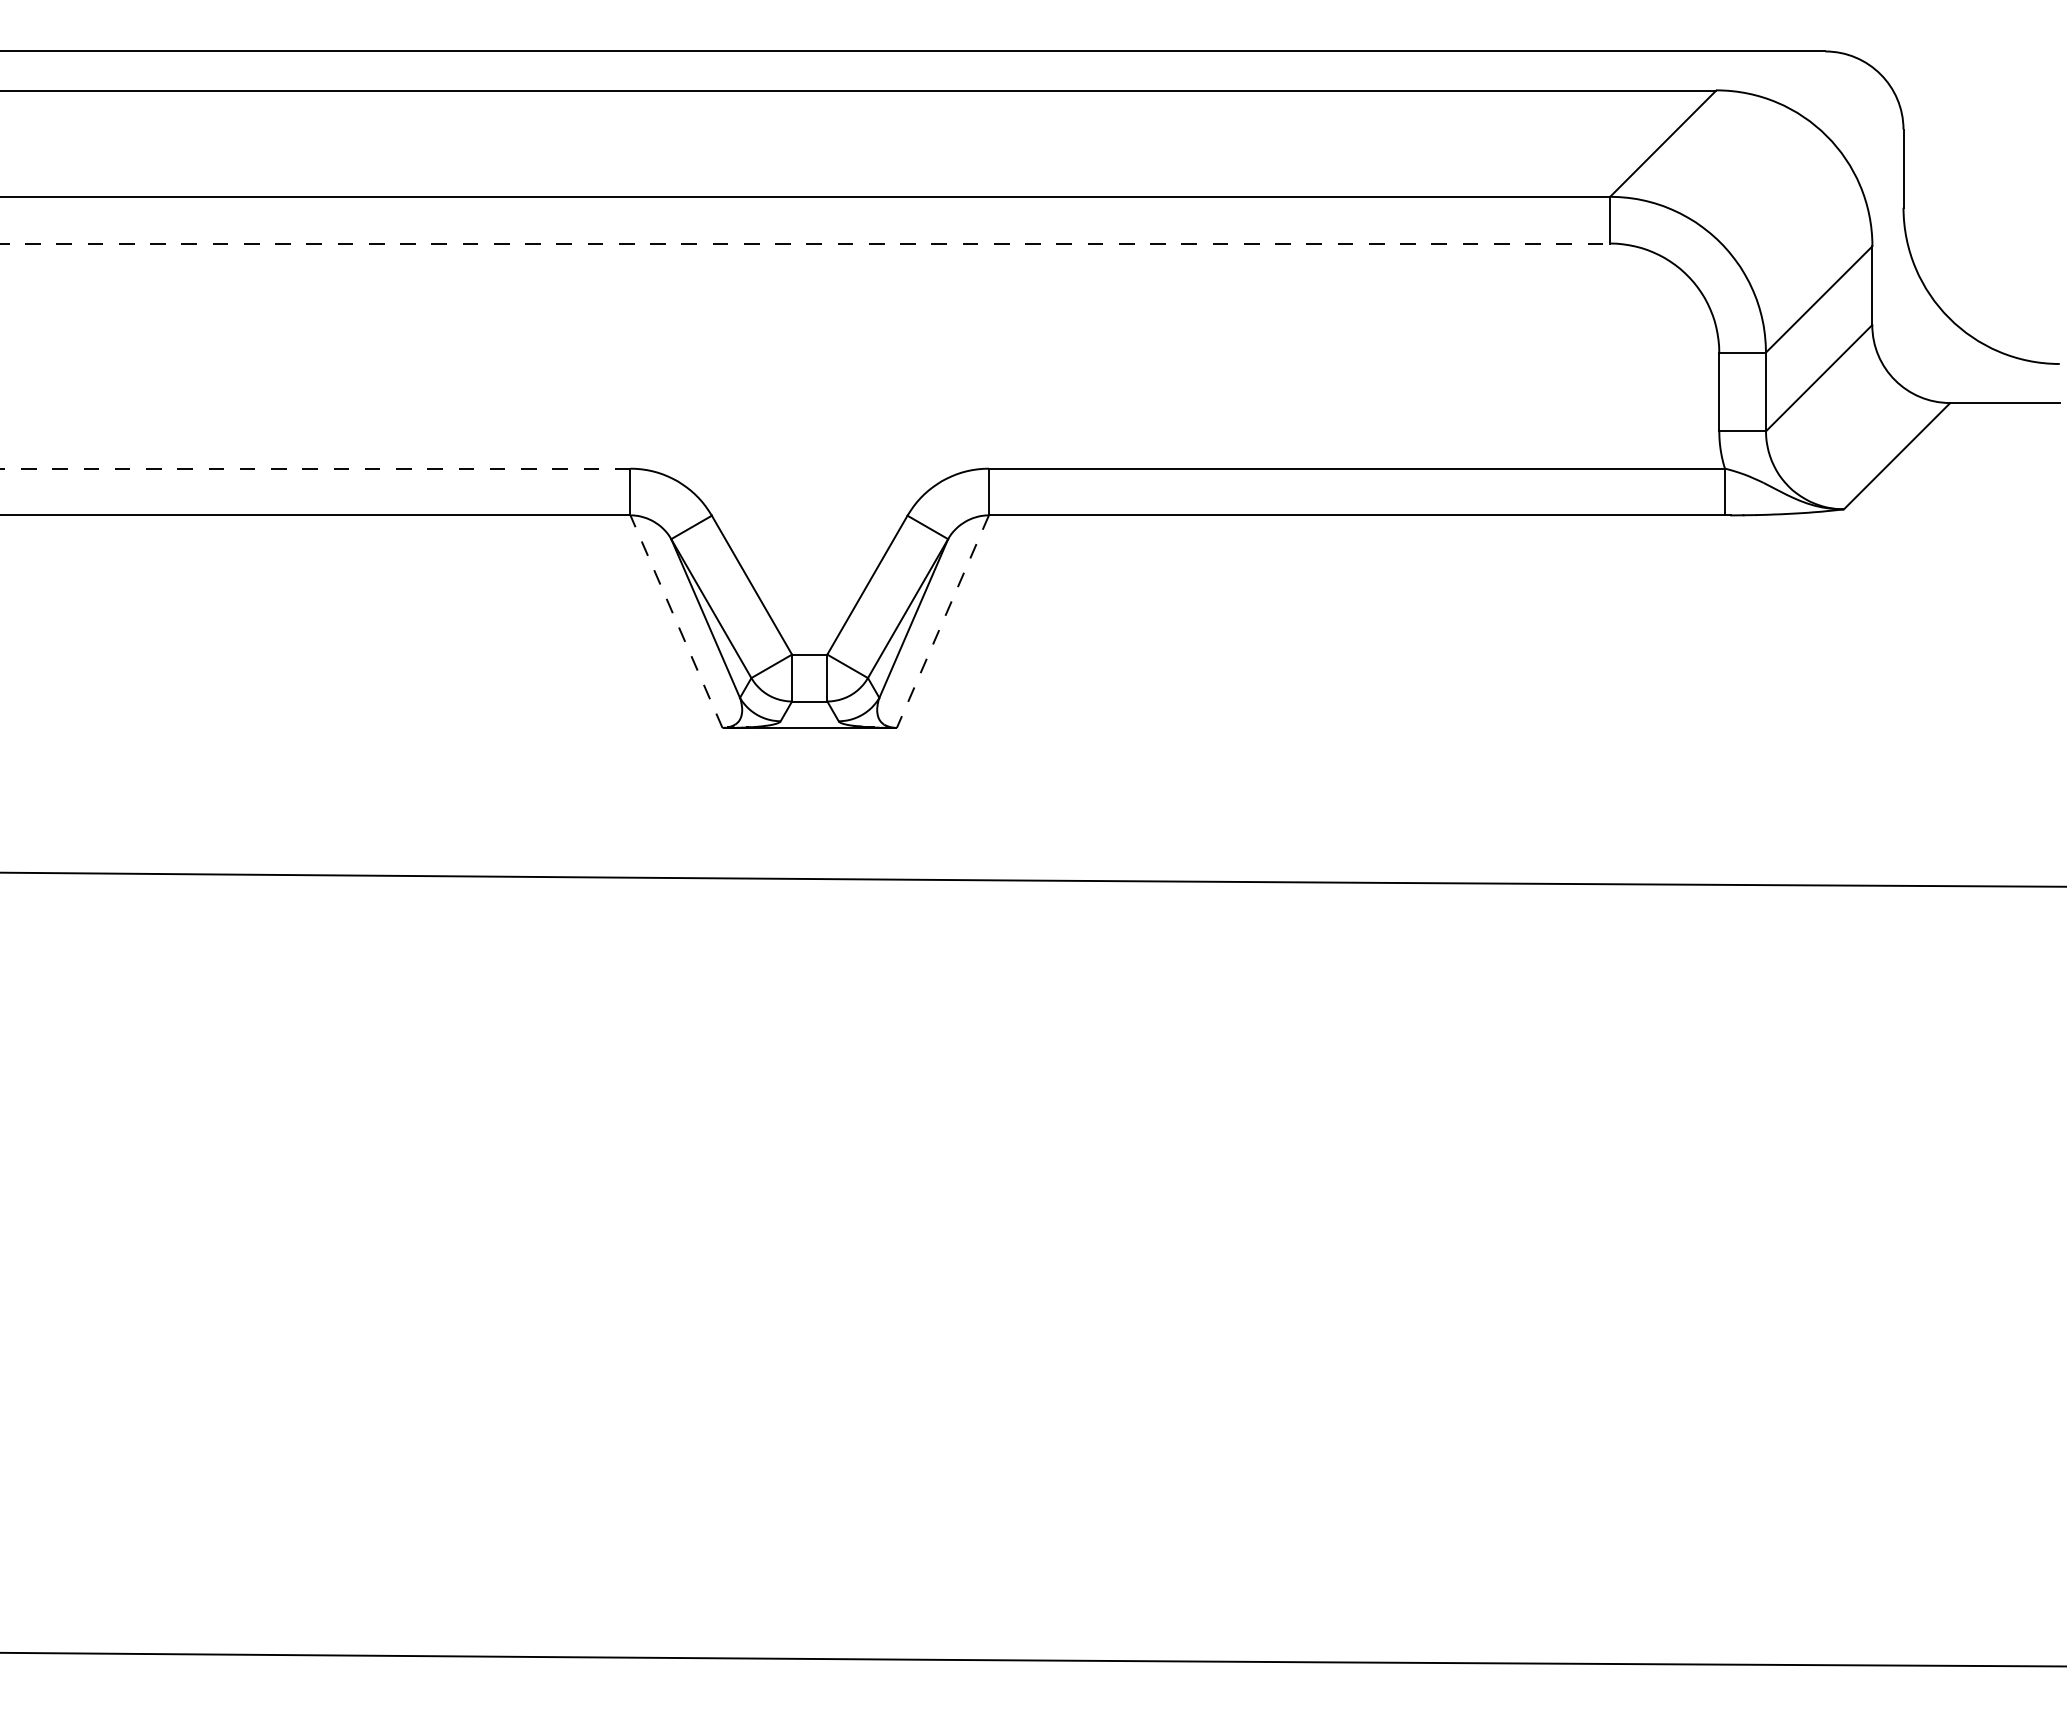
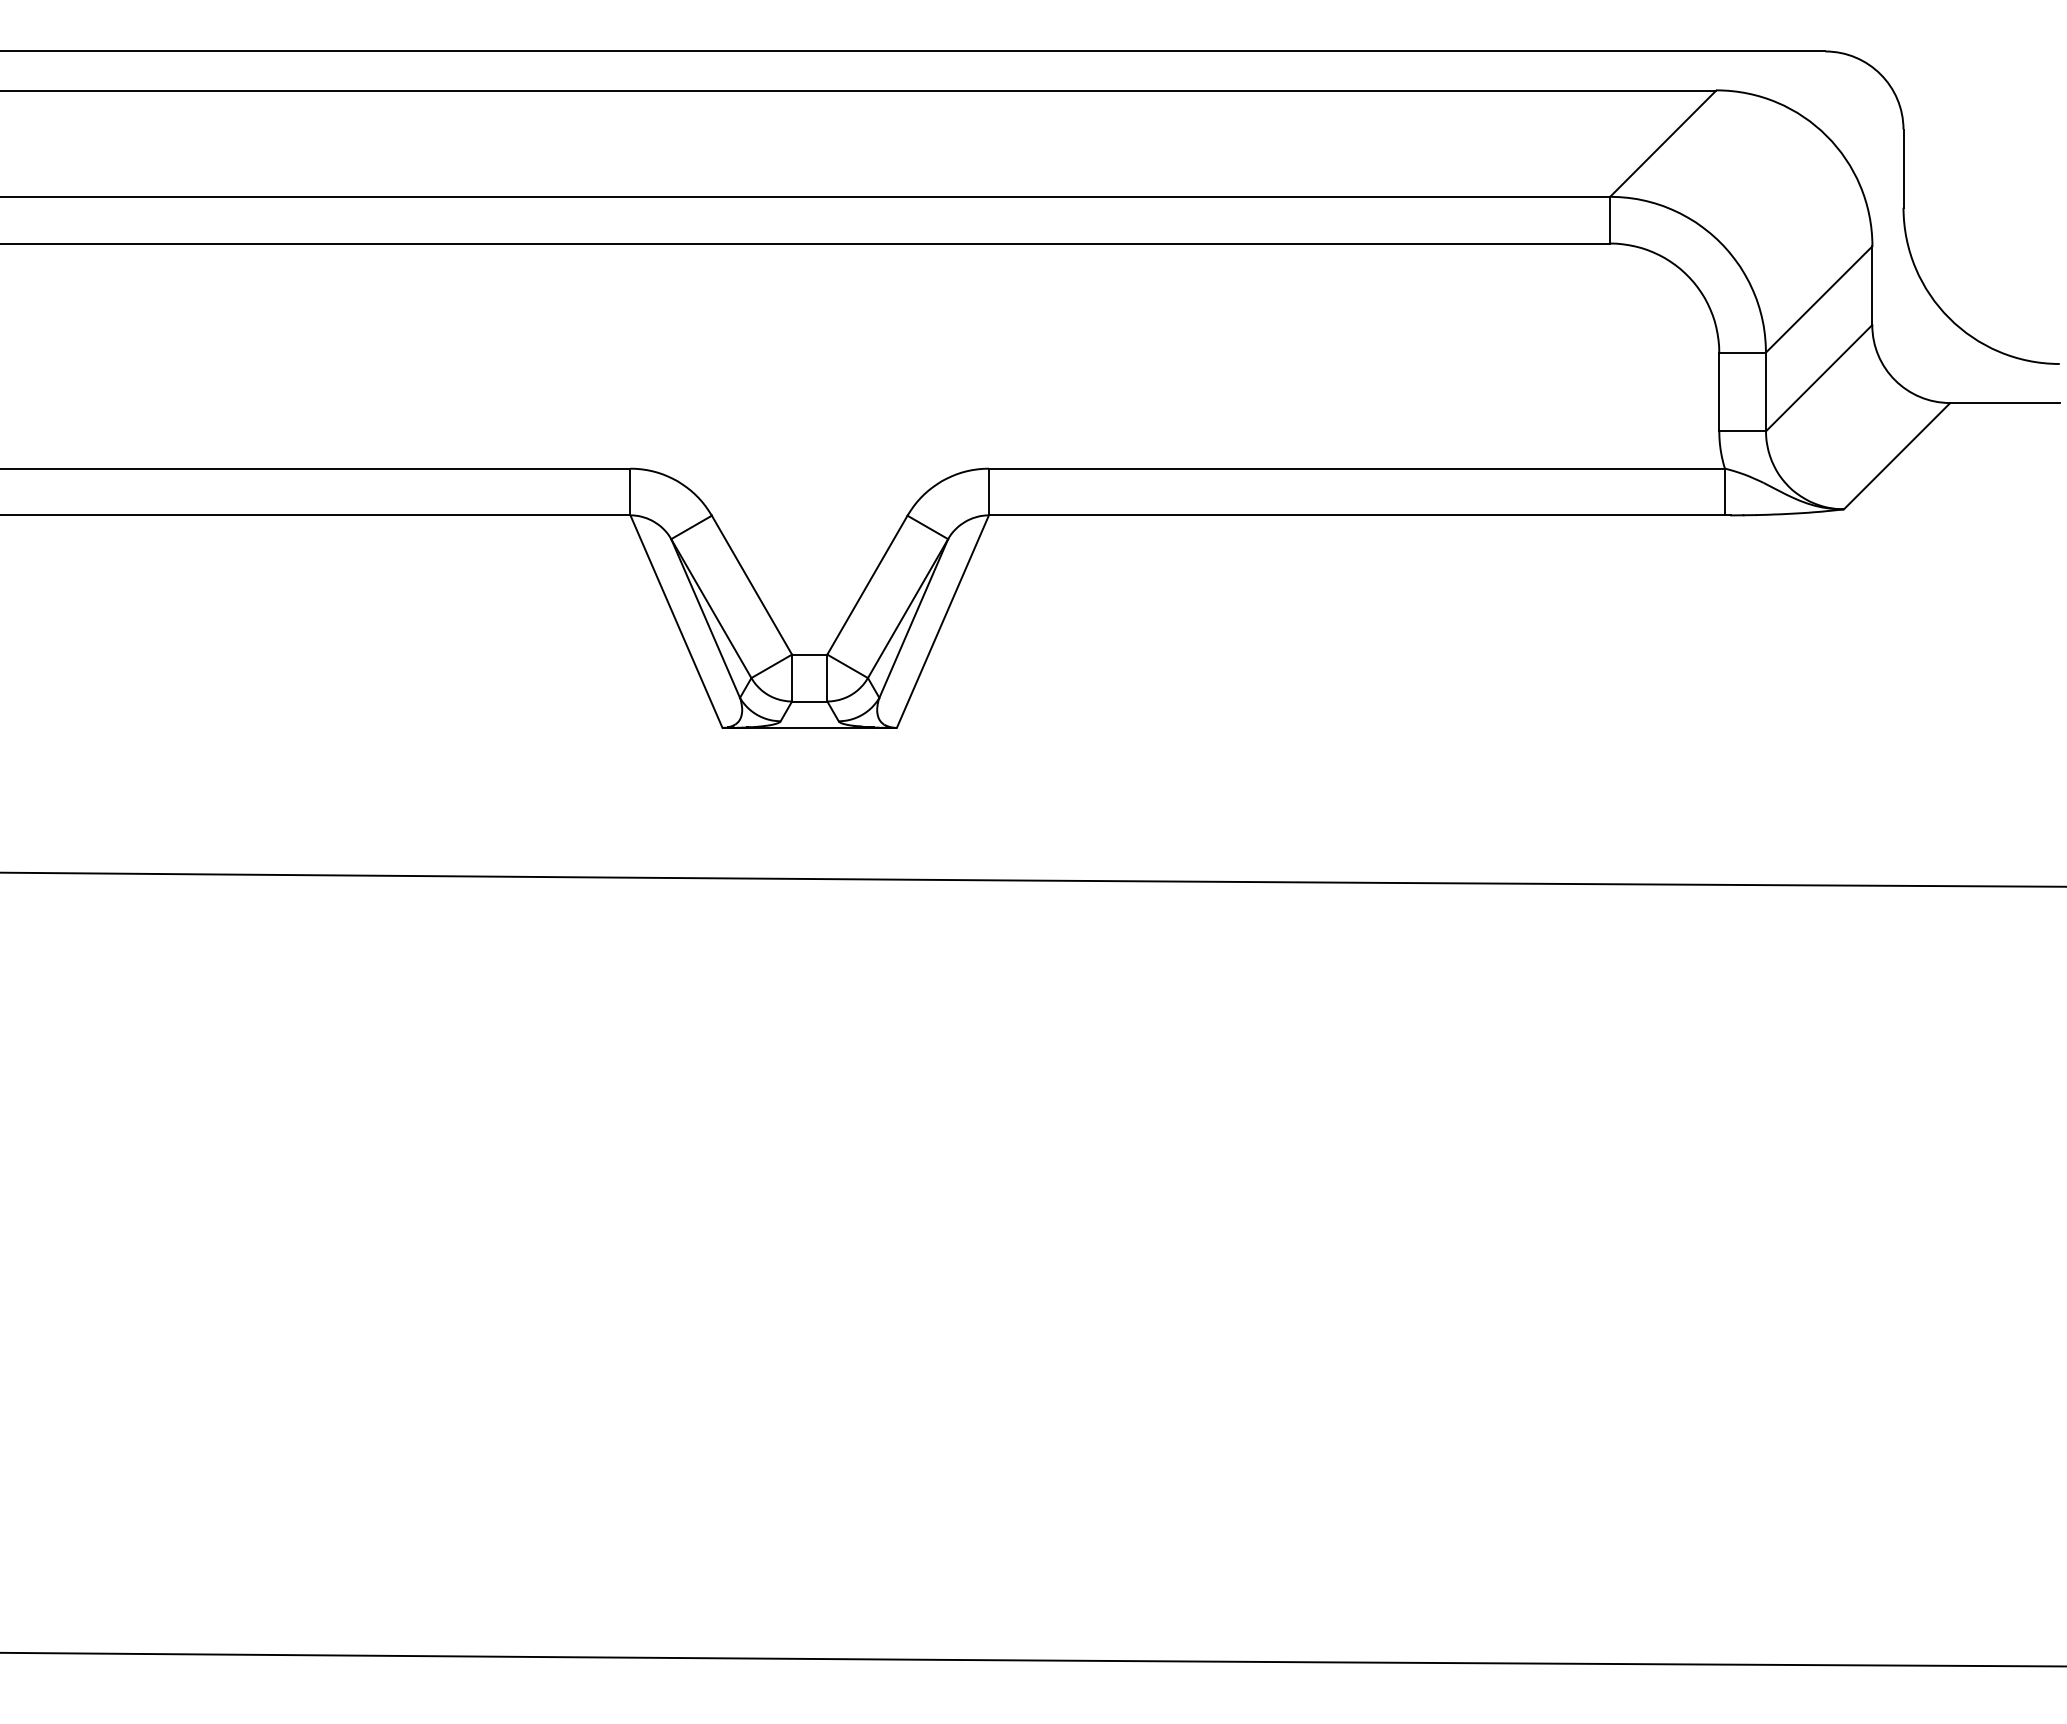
line at (805, 243): dashed -> solid
line at (315, 468): dashed -> solid
line at (676, 621): dashed -> solid
line at (942, 621): dashed -> solid
